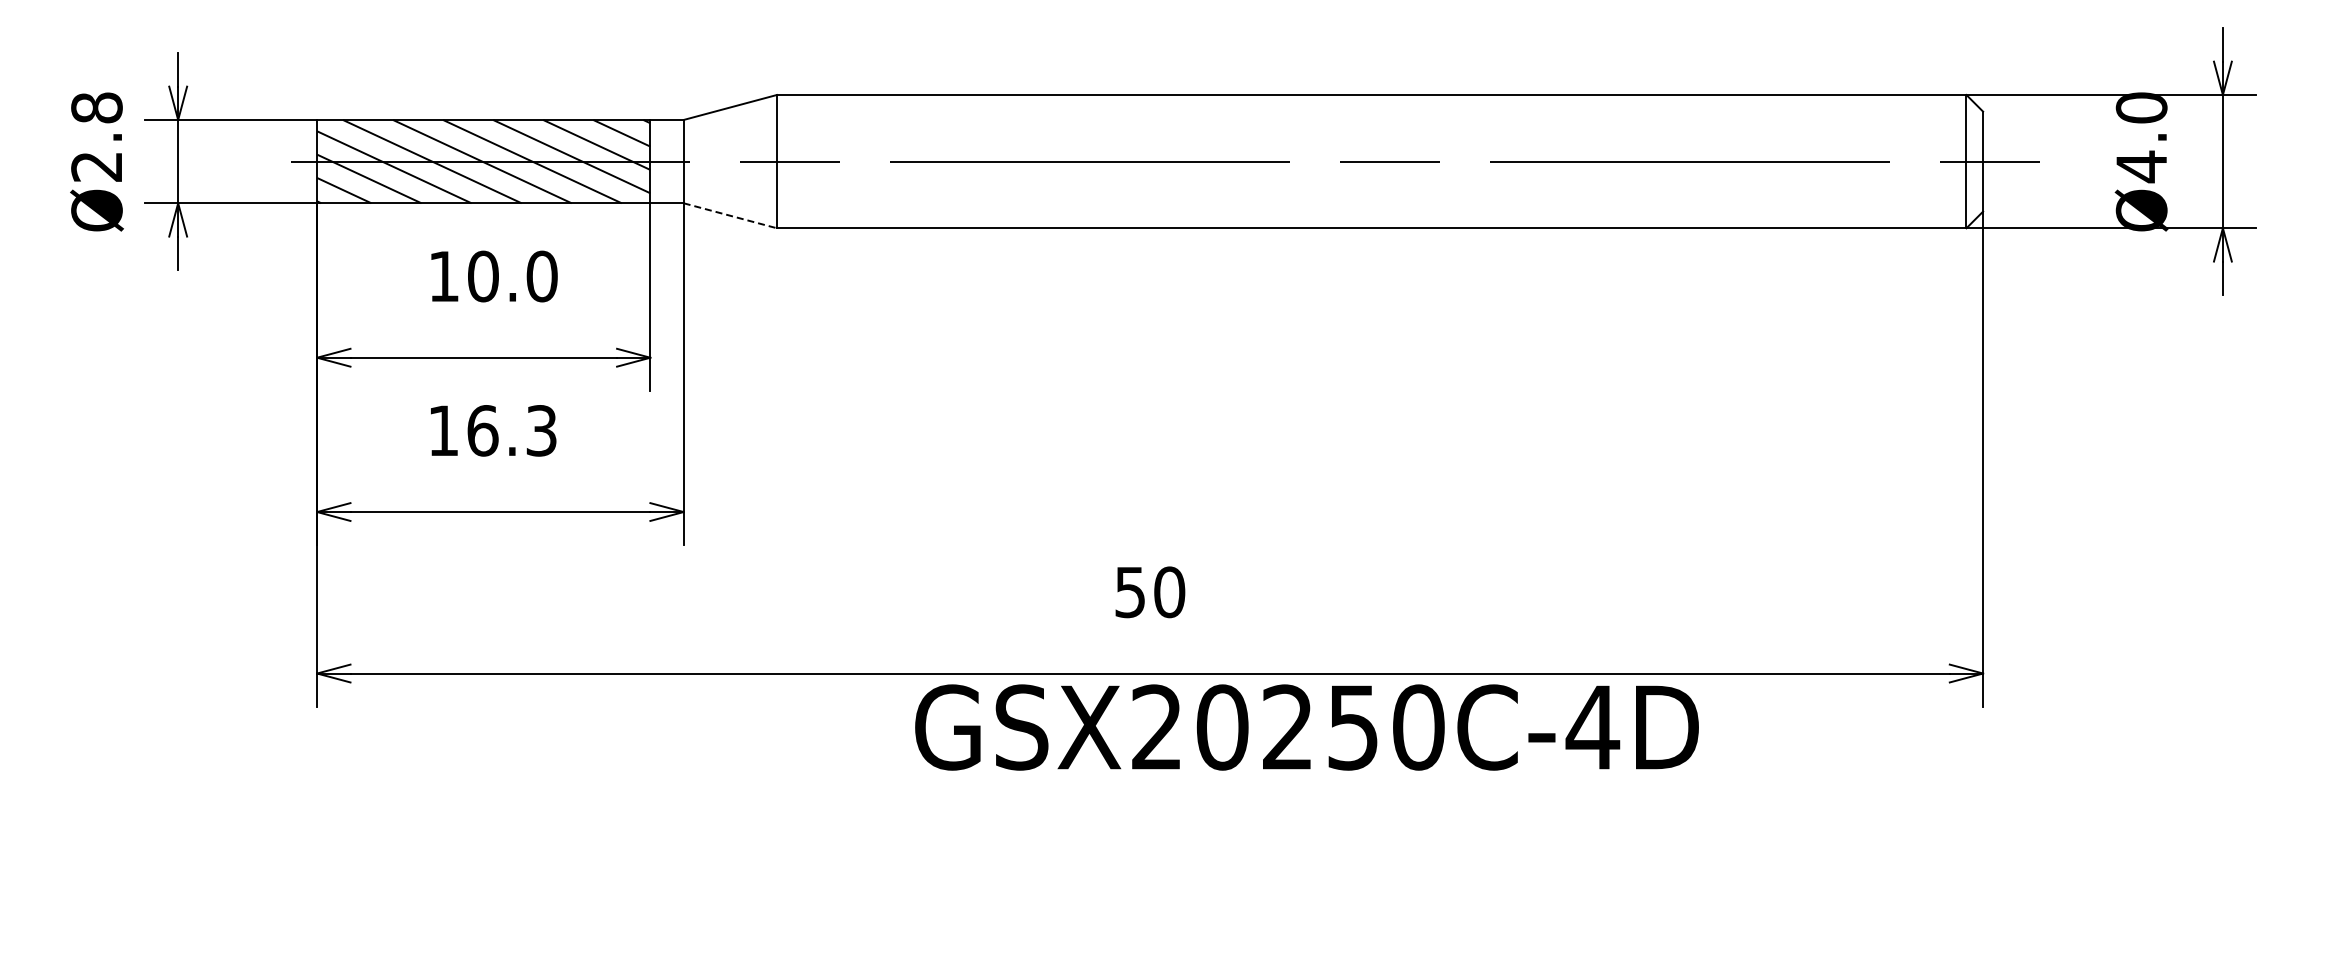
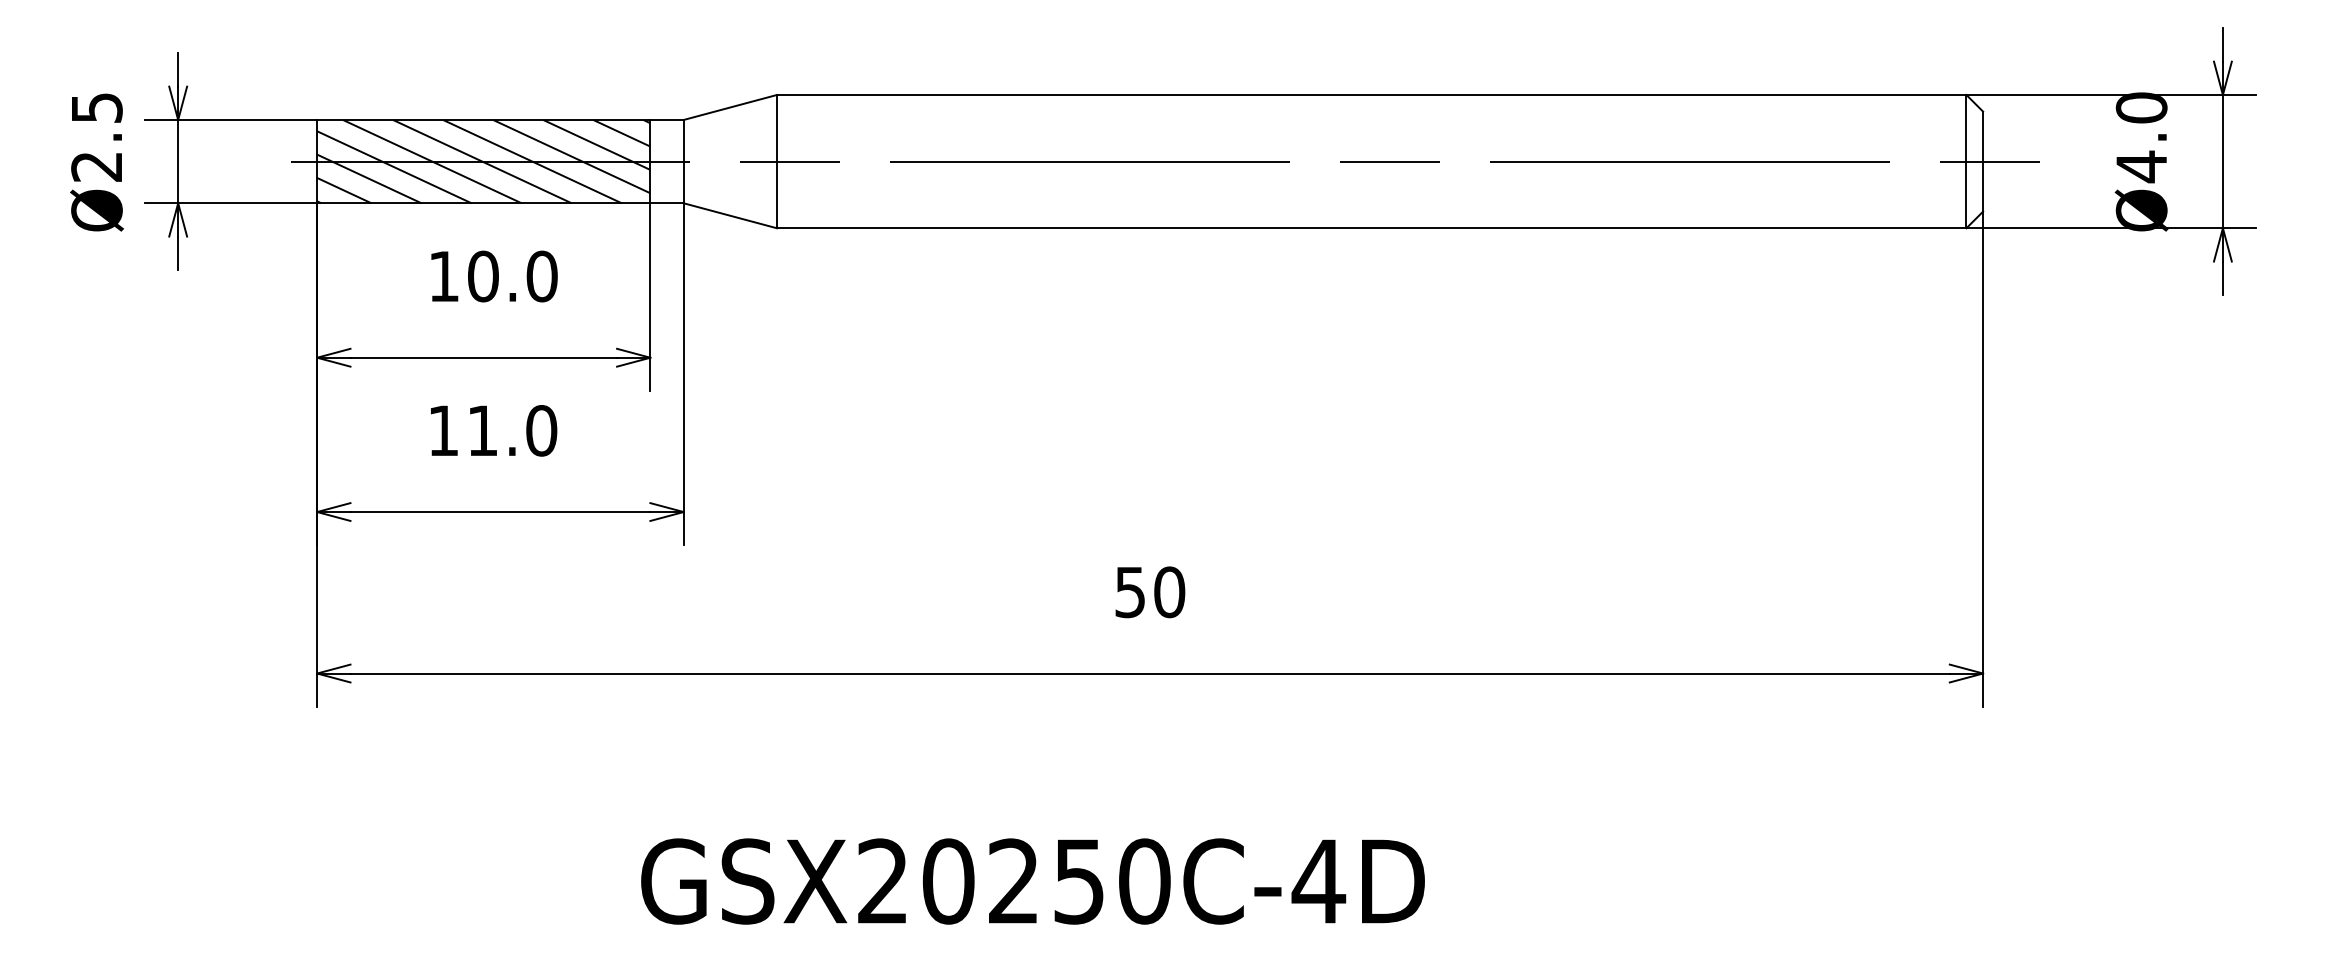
text at (96, 107): Ø2.8 -> Ø2.5
line at (730, 215): dashed -> solid
text at (512, 430): 16.3 -> 11.0
text at (1306, 727) position: (1306, 727) -> (1032, 881)
